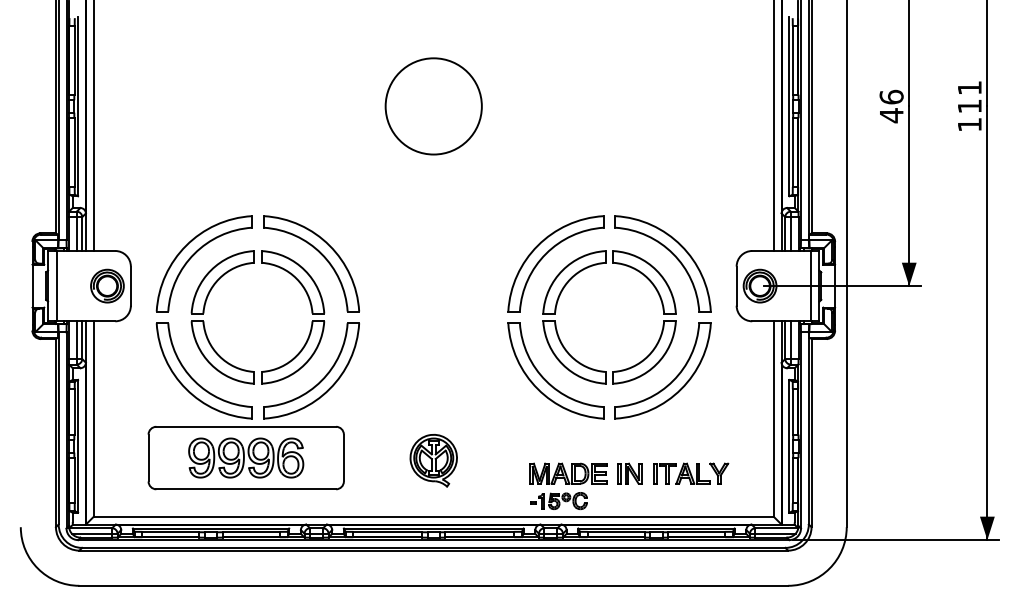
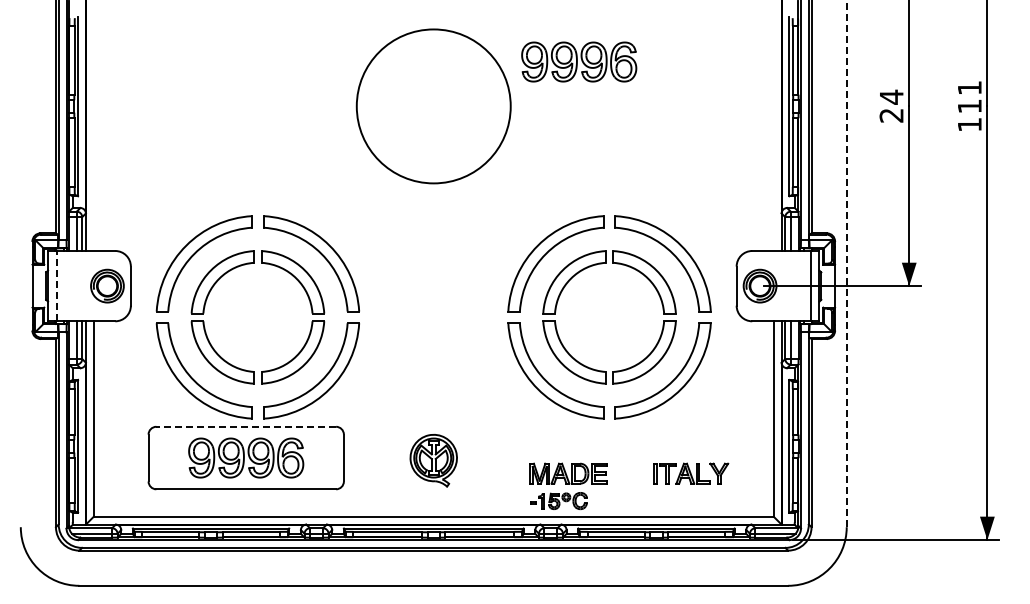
part at (579, 61): none -> present
circle at (433, 106) diameter: 96 px -> 154 px
text at (891, 106): 46 -> 24
line at (93, 126): present -> none
line at (773, 126): present -> none
line at (846, 263): solid -> dashed
line at (56, 285): solid -> dashed
line at (246, 426): solid -> dashed
part at (629, 473): present -> none
